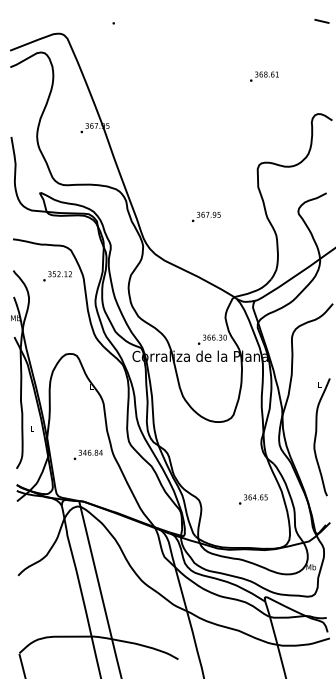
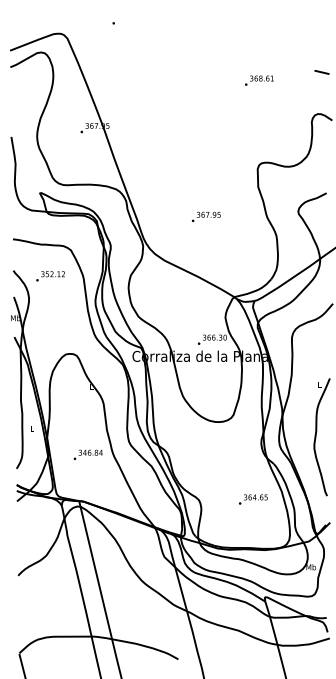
line at (321, 21) position: (321, 21) -> (321, 72)
text at (264, 76) position: (264, 76) -> (259, 80)
text at (57, 276) position: (57, 276) -> (50, 276)
